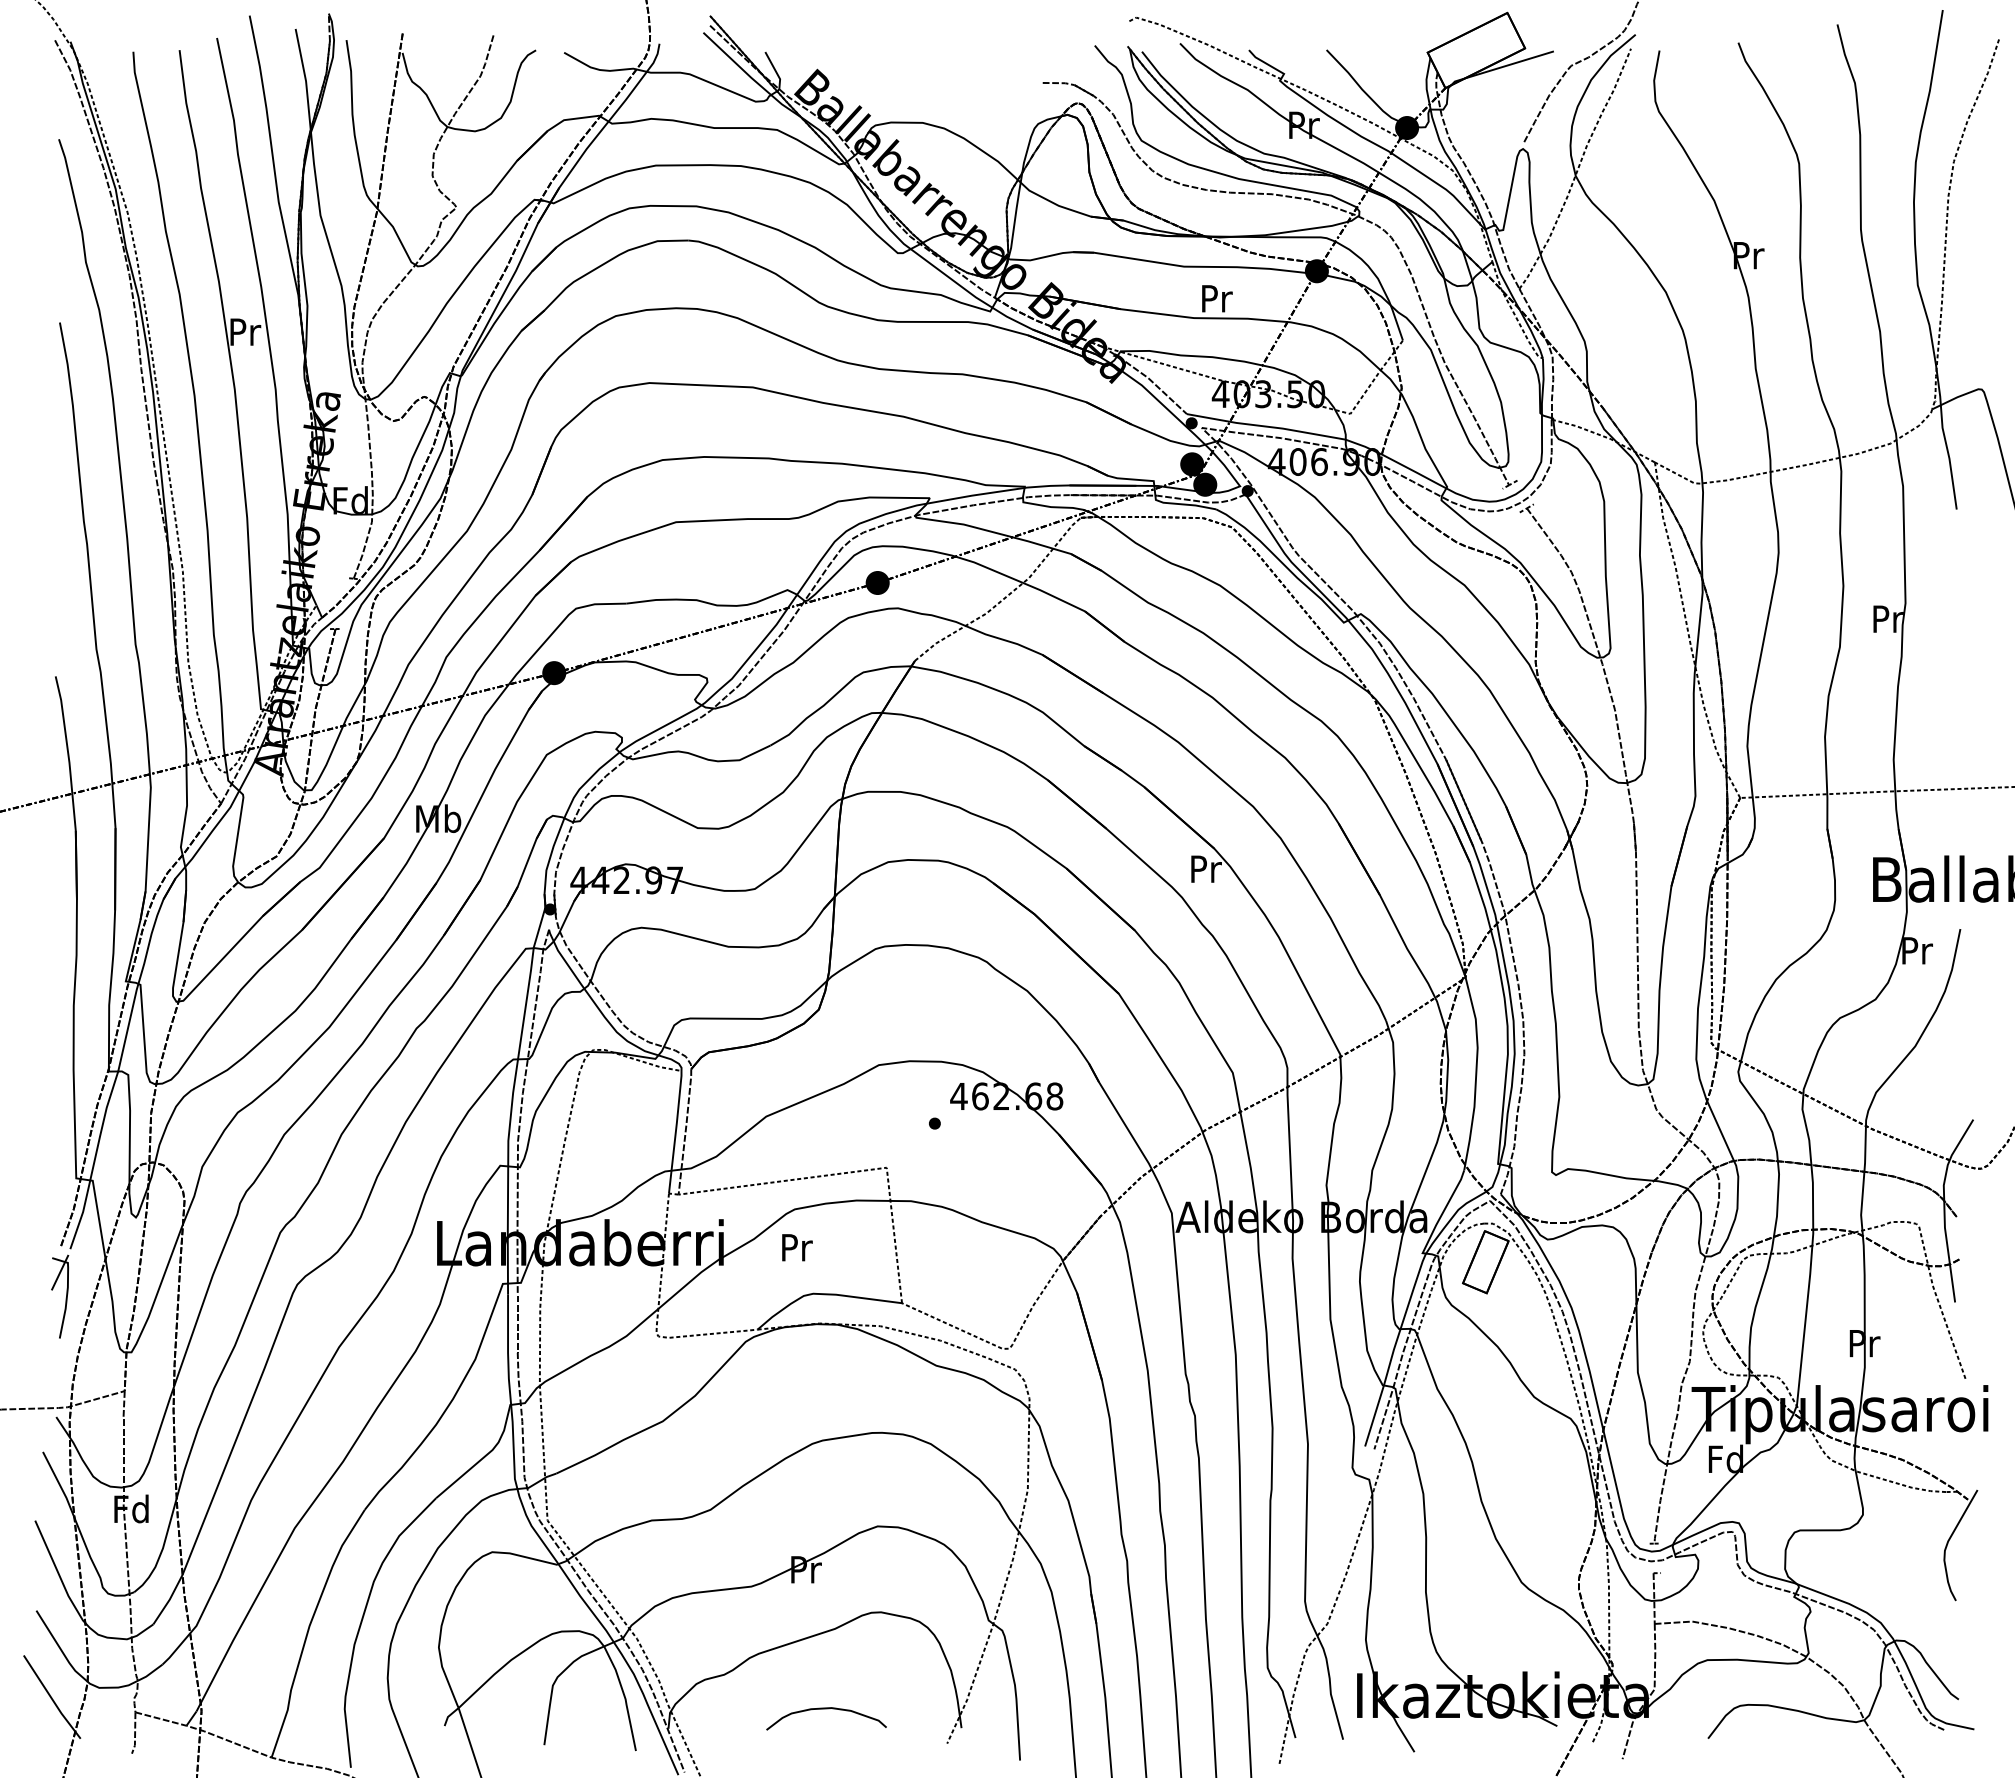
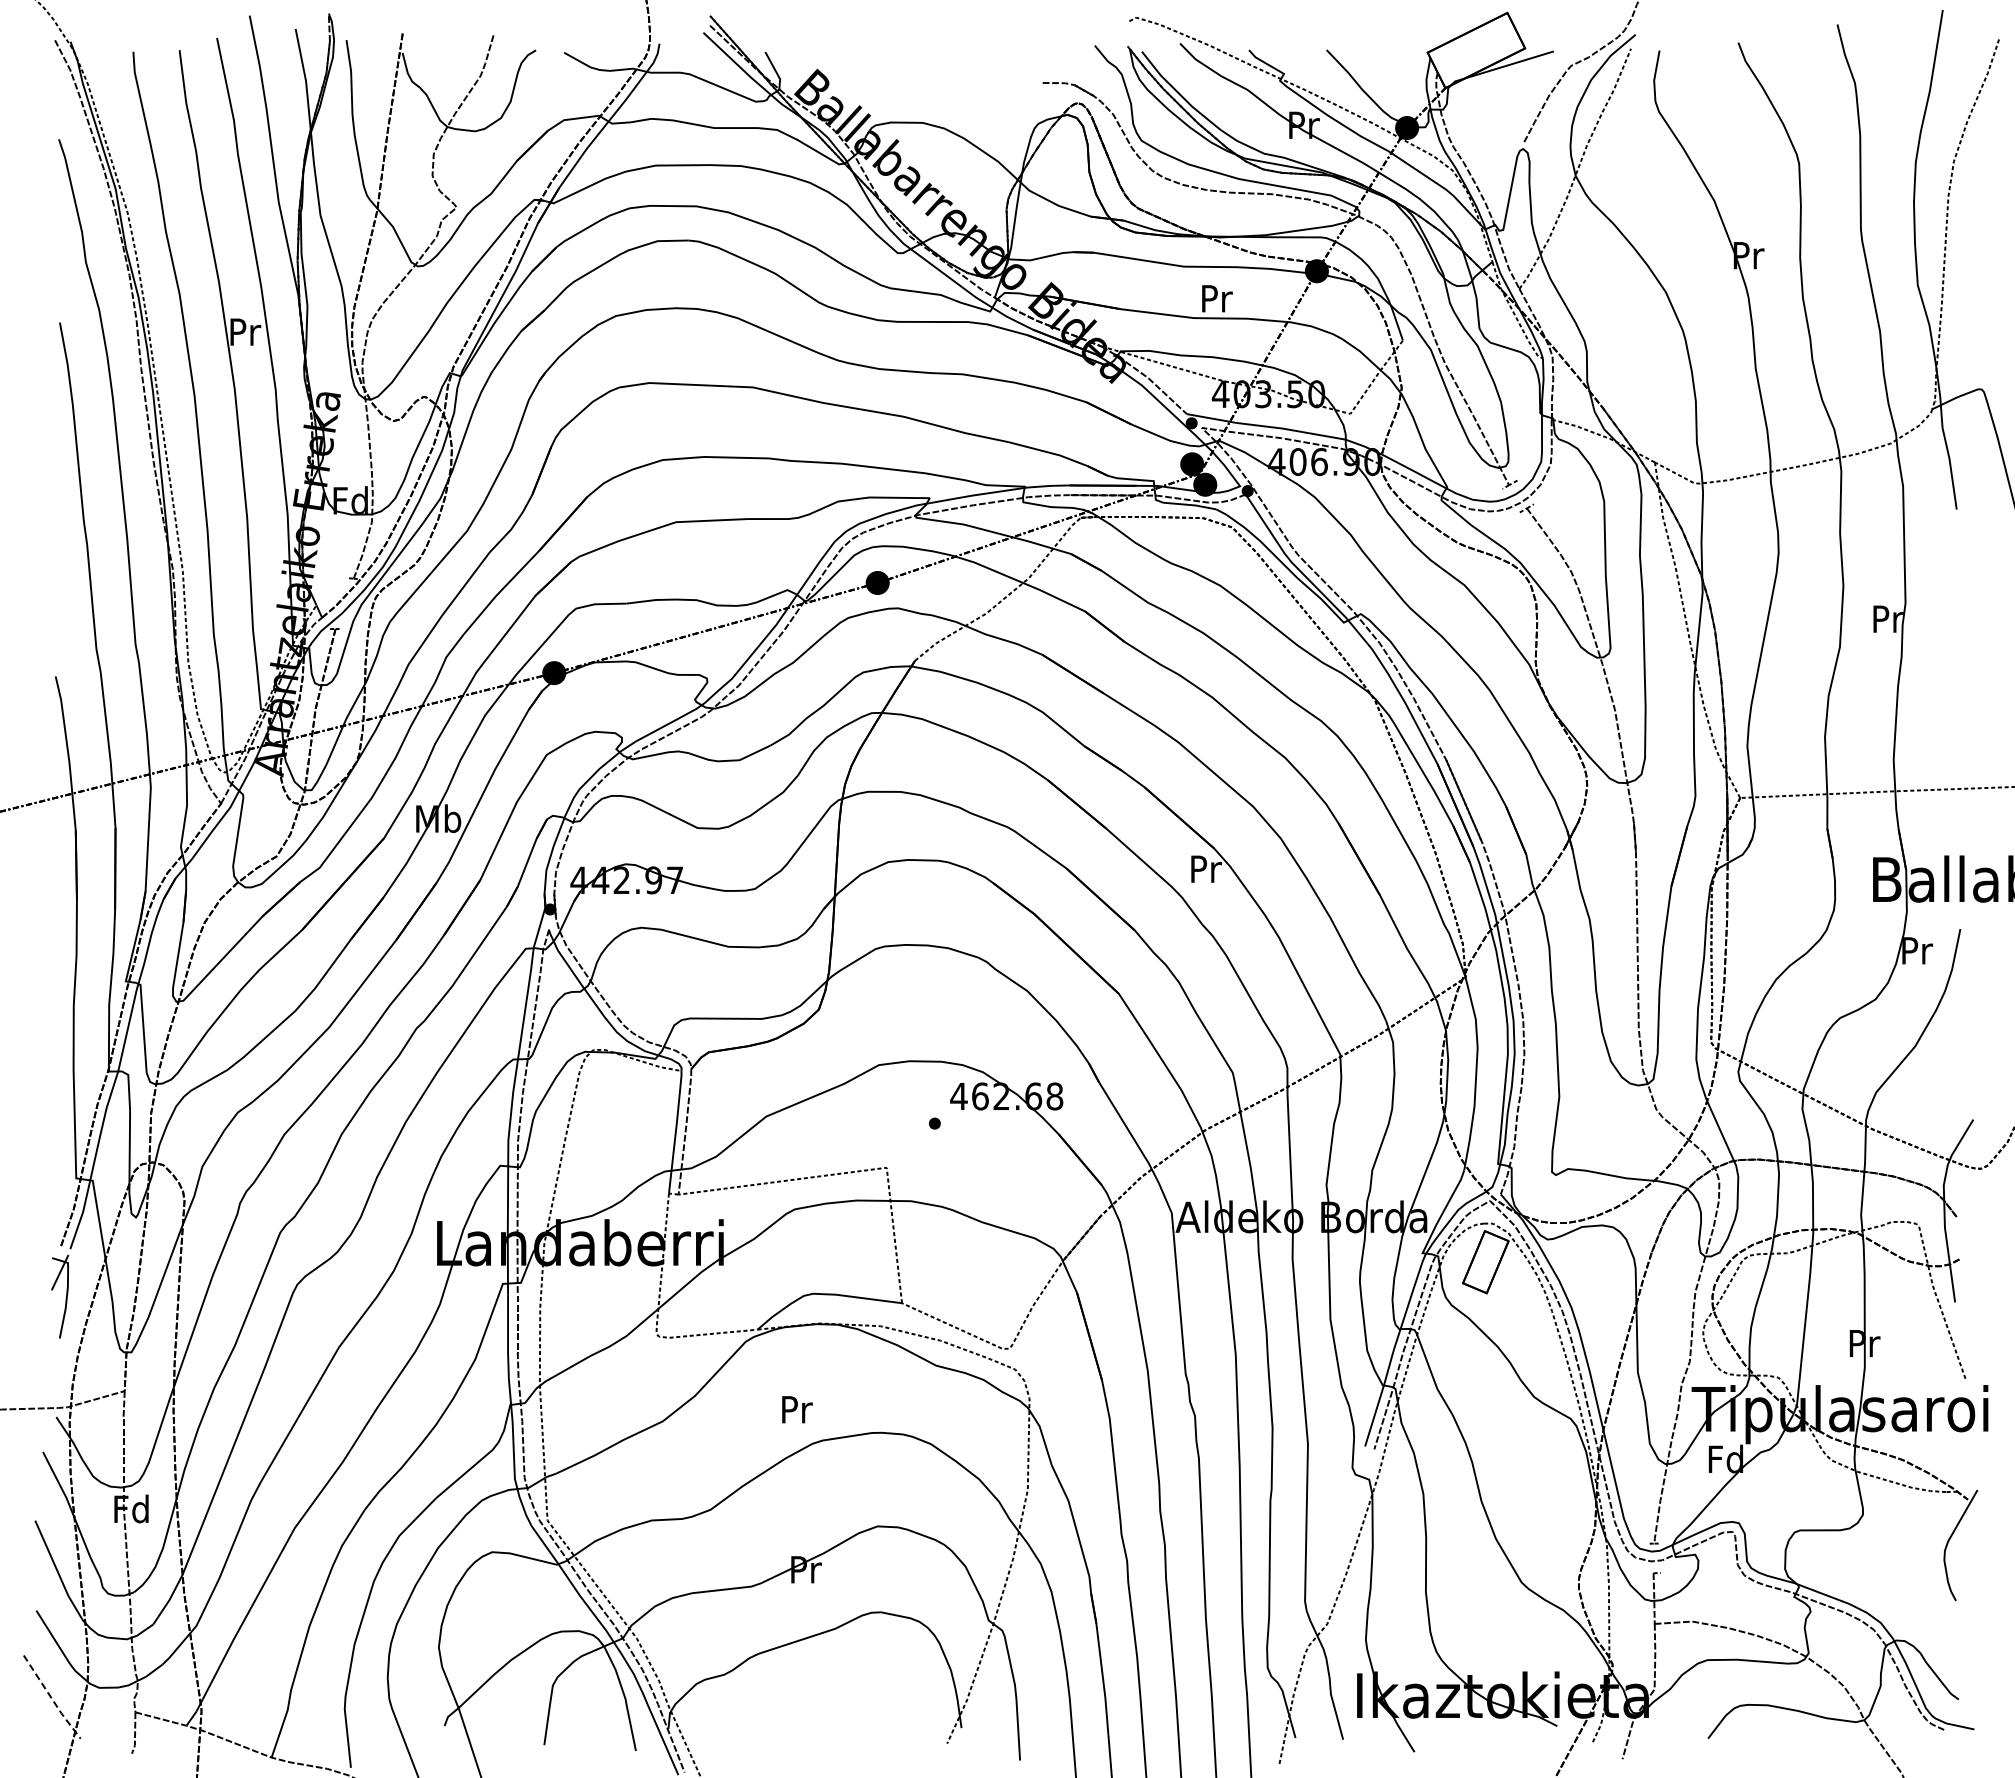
text at (797, 1247) position: (797, 1247) -> (797, 1409)
line at (51, 1698): solid -> dashed
curve at (826, 1709): present -> none
